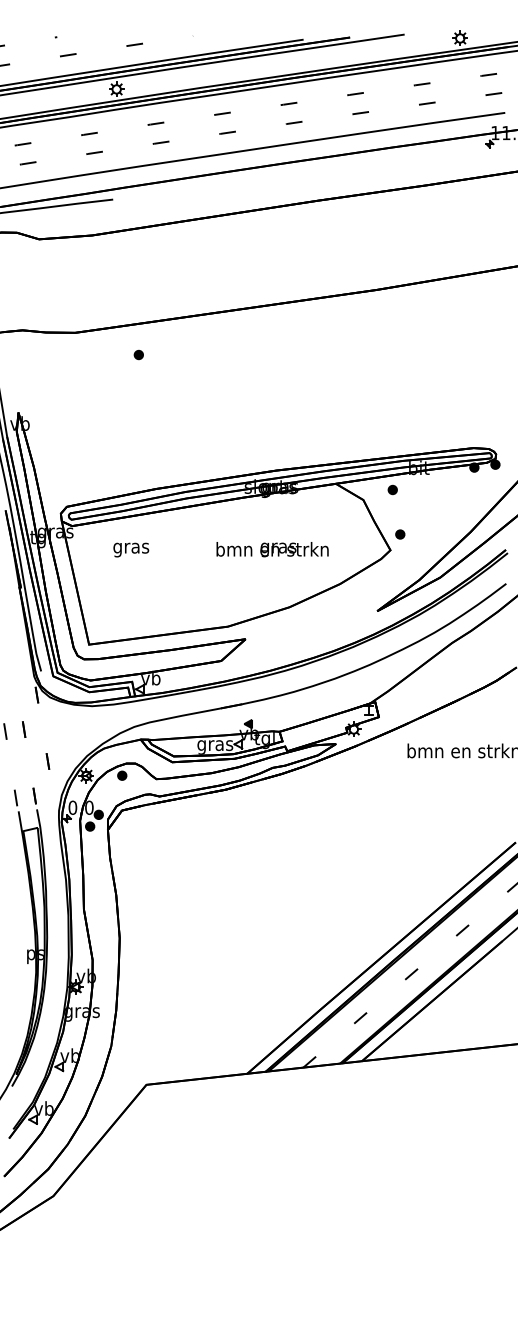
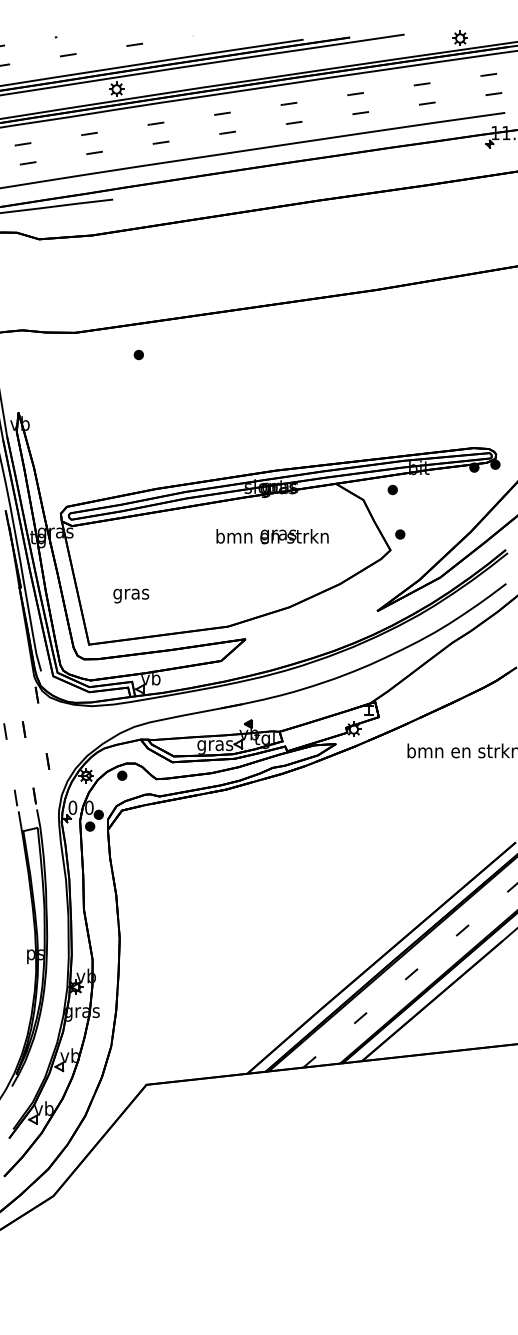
text at (131, 549) position: (131, 549) -> (131, 595)
text at (272, 549) position: (272, 549) -> (272, 536)
